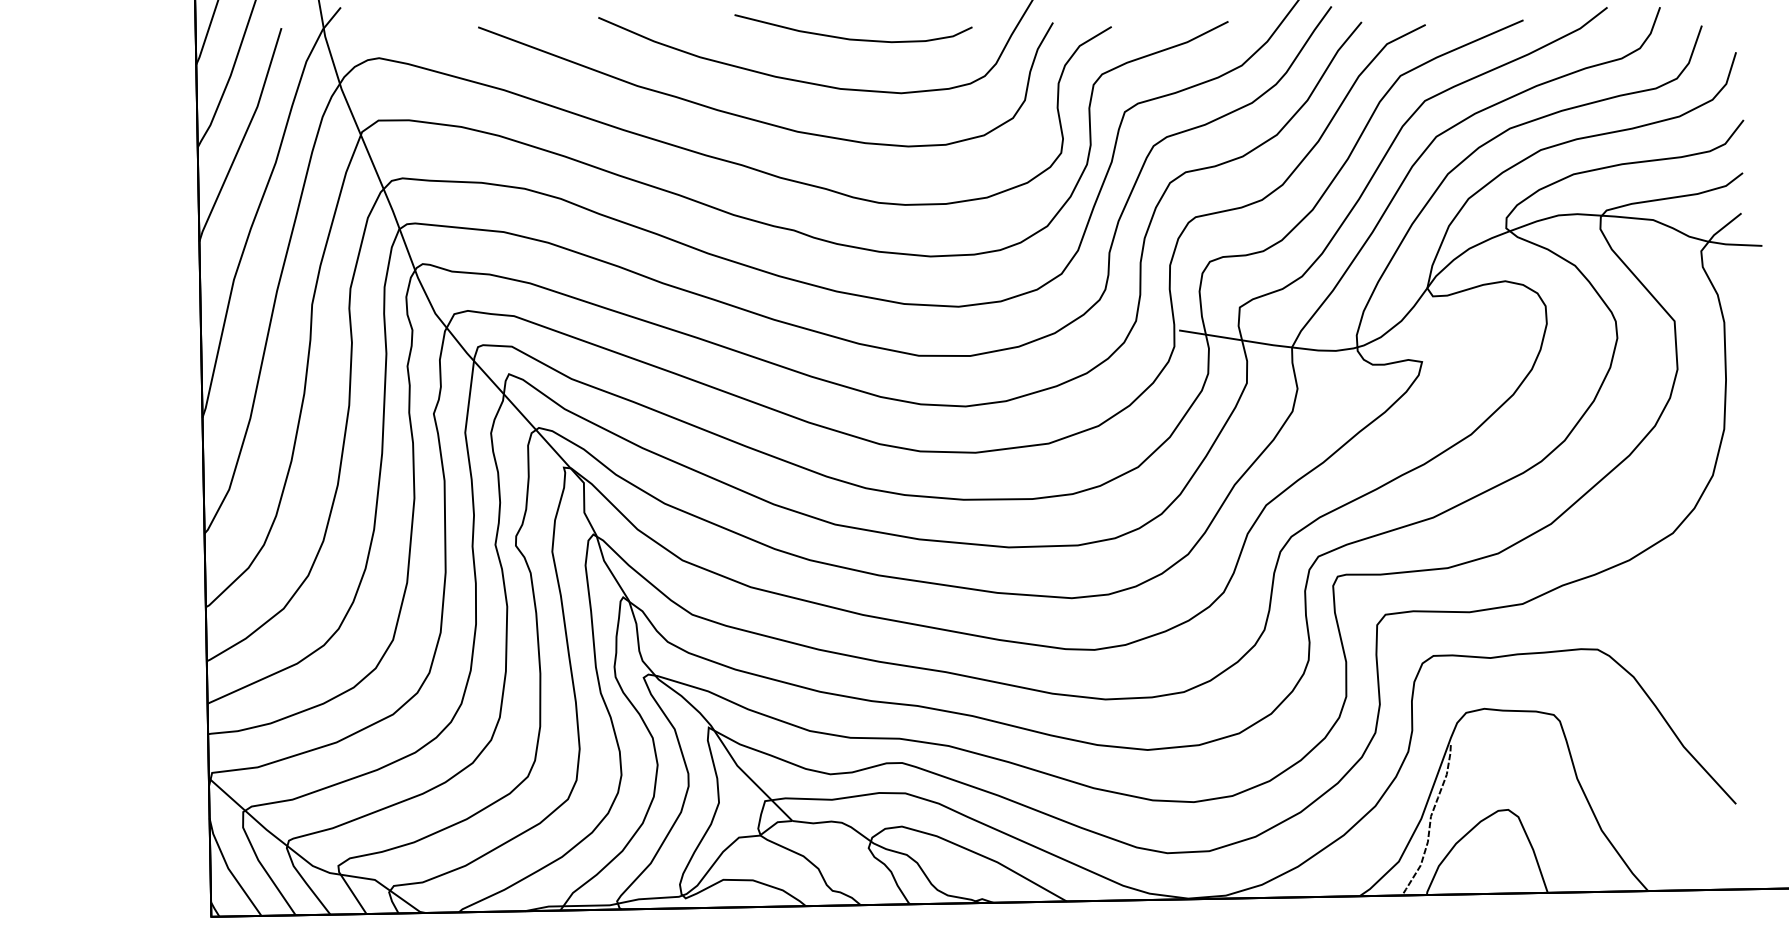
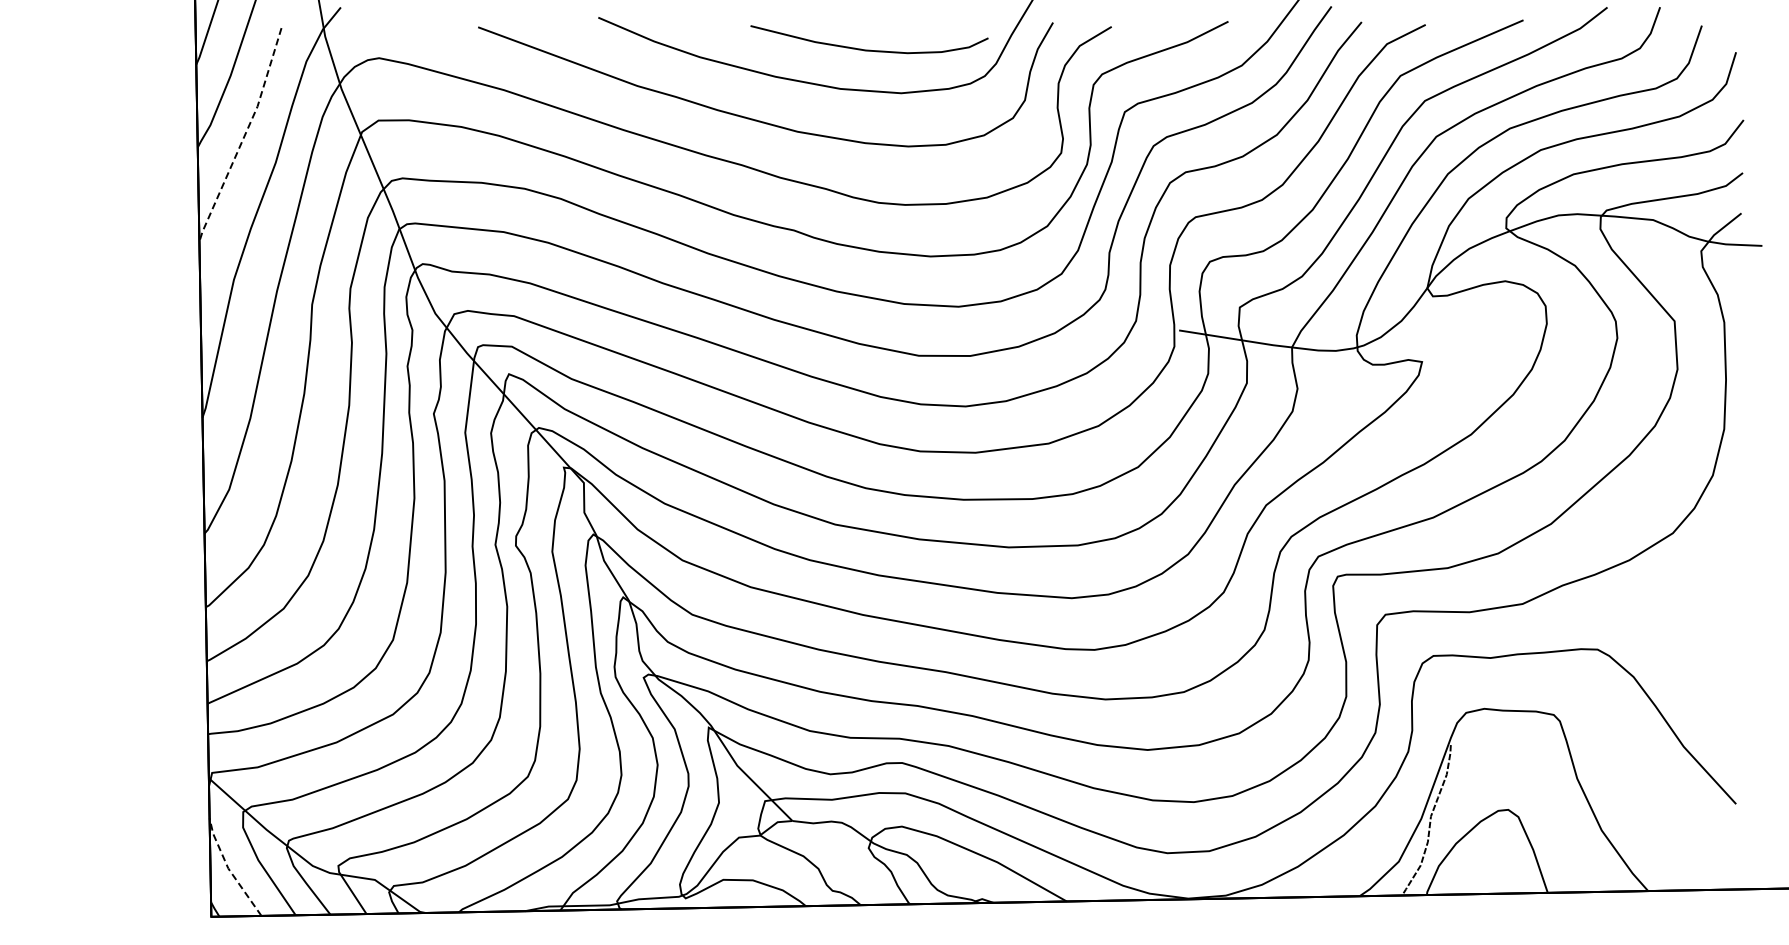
curve at (853, 38) position: (853, 38) -> (869, 49)
line at (244, 136): solid -> dashed
line at (228, 869): solid -> dashed
